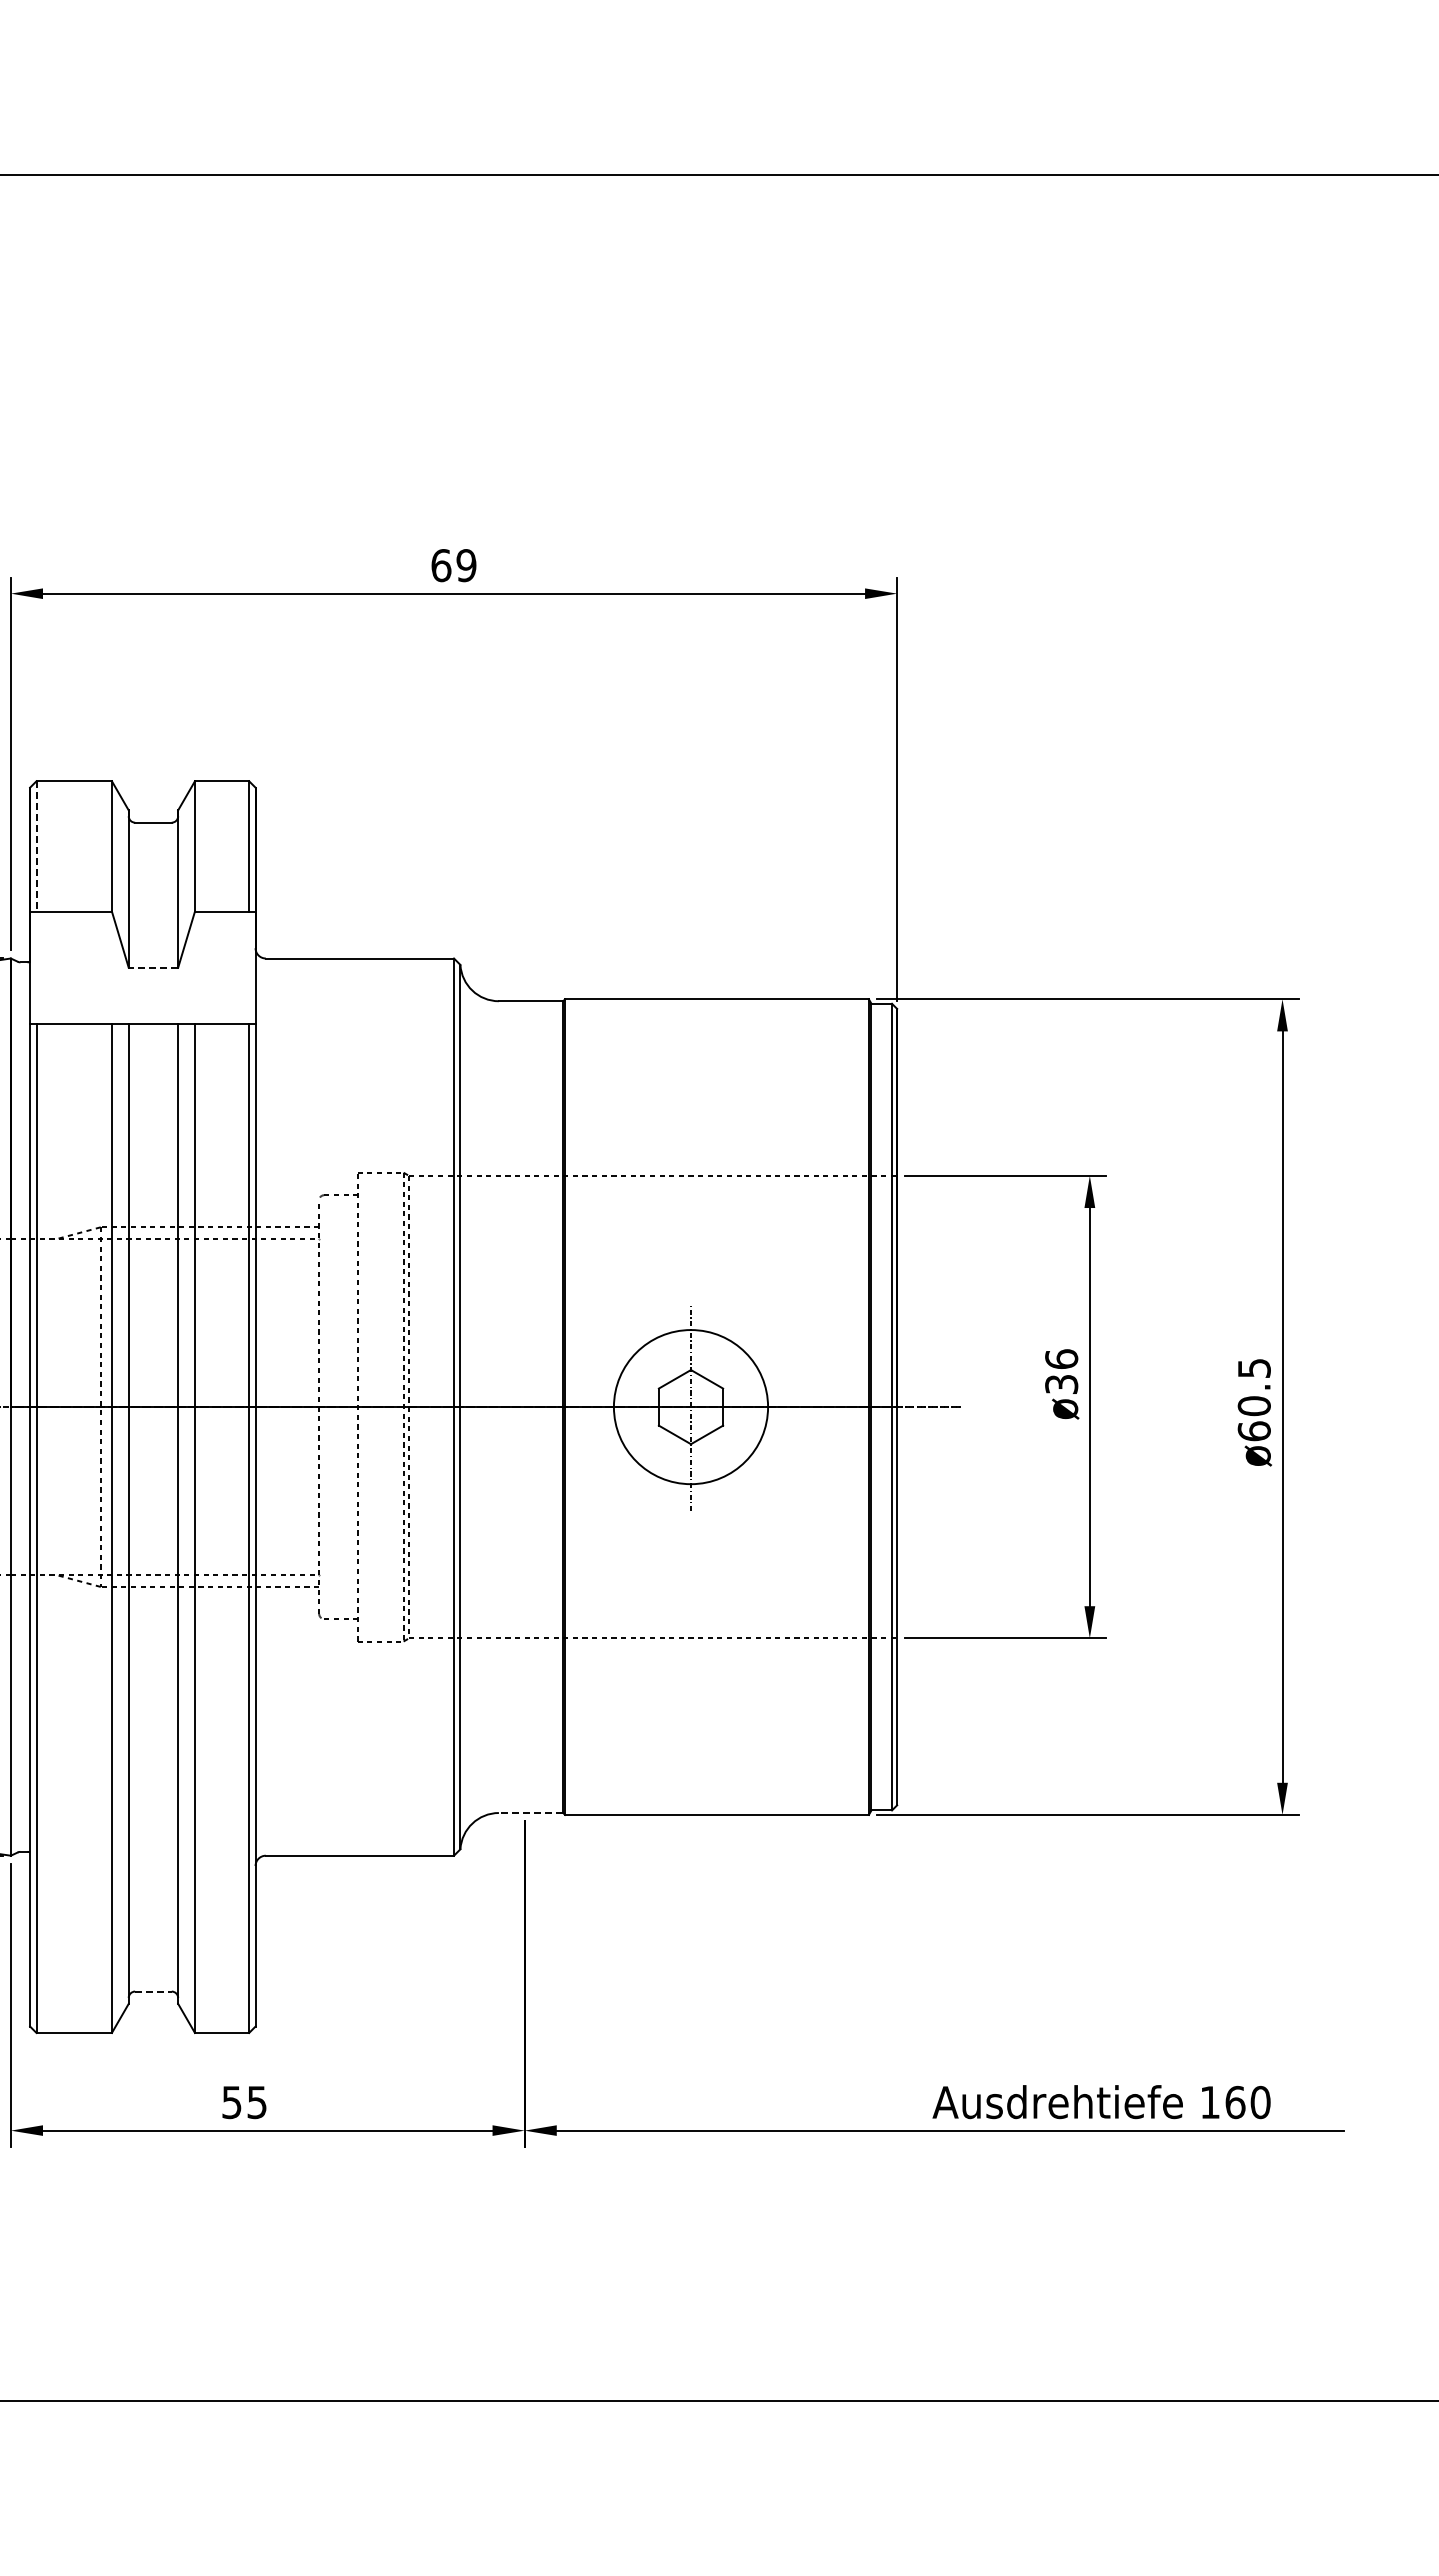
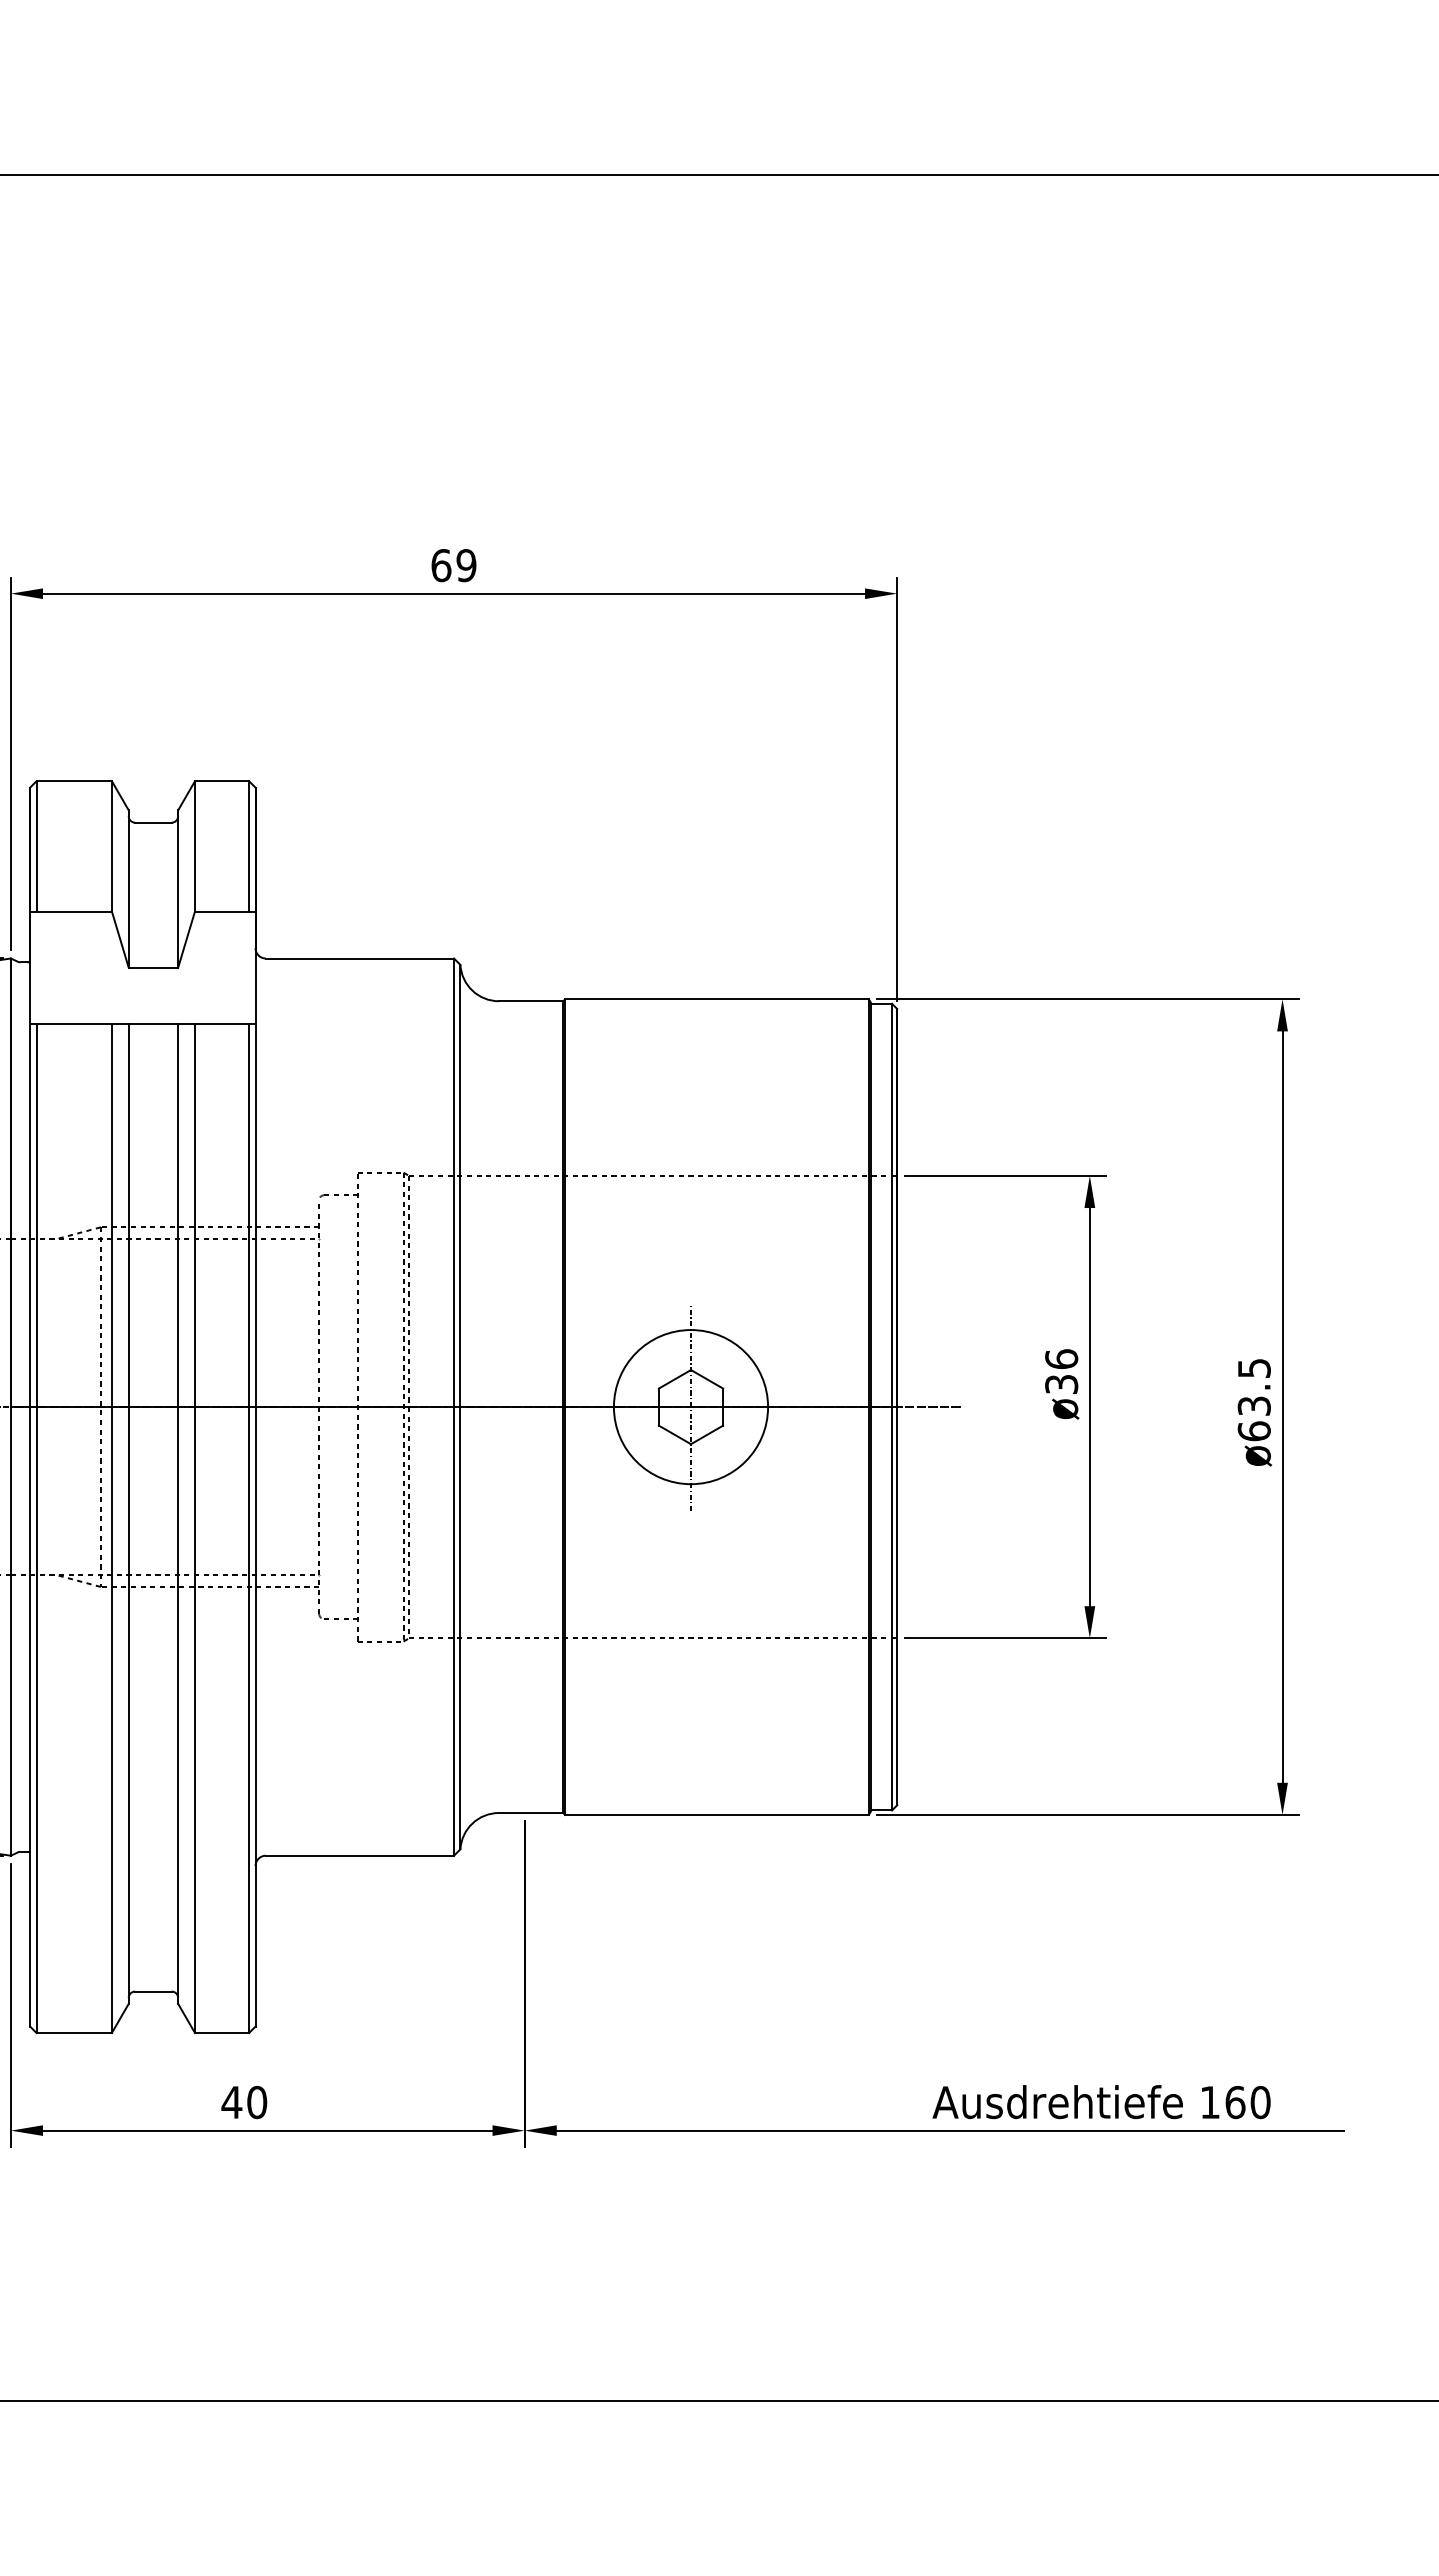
line at (36, 846): dashed -> solid
line at (153, 967): dashed -> solid
text at (1253, 1406): ø60.5 -> ø63.5
line at (530, 1813): dashed -> solid
line at (153, 1991): dashed -> solid
text at (244, 2102): 55 -> 40
